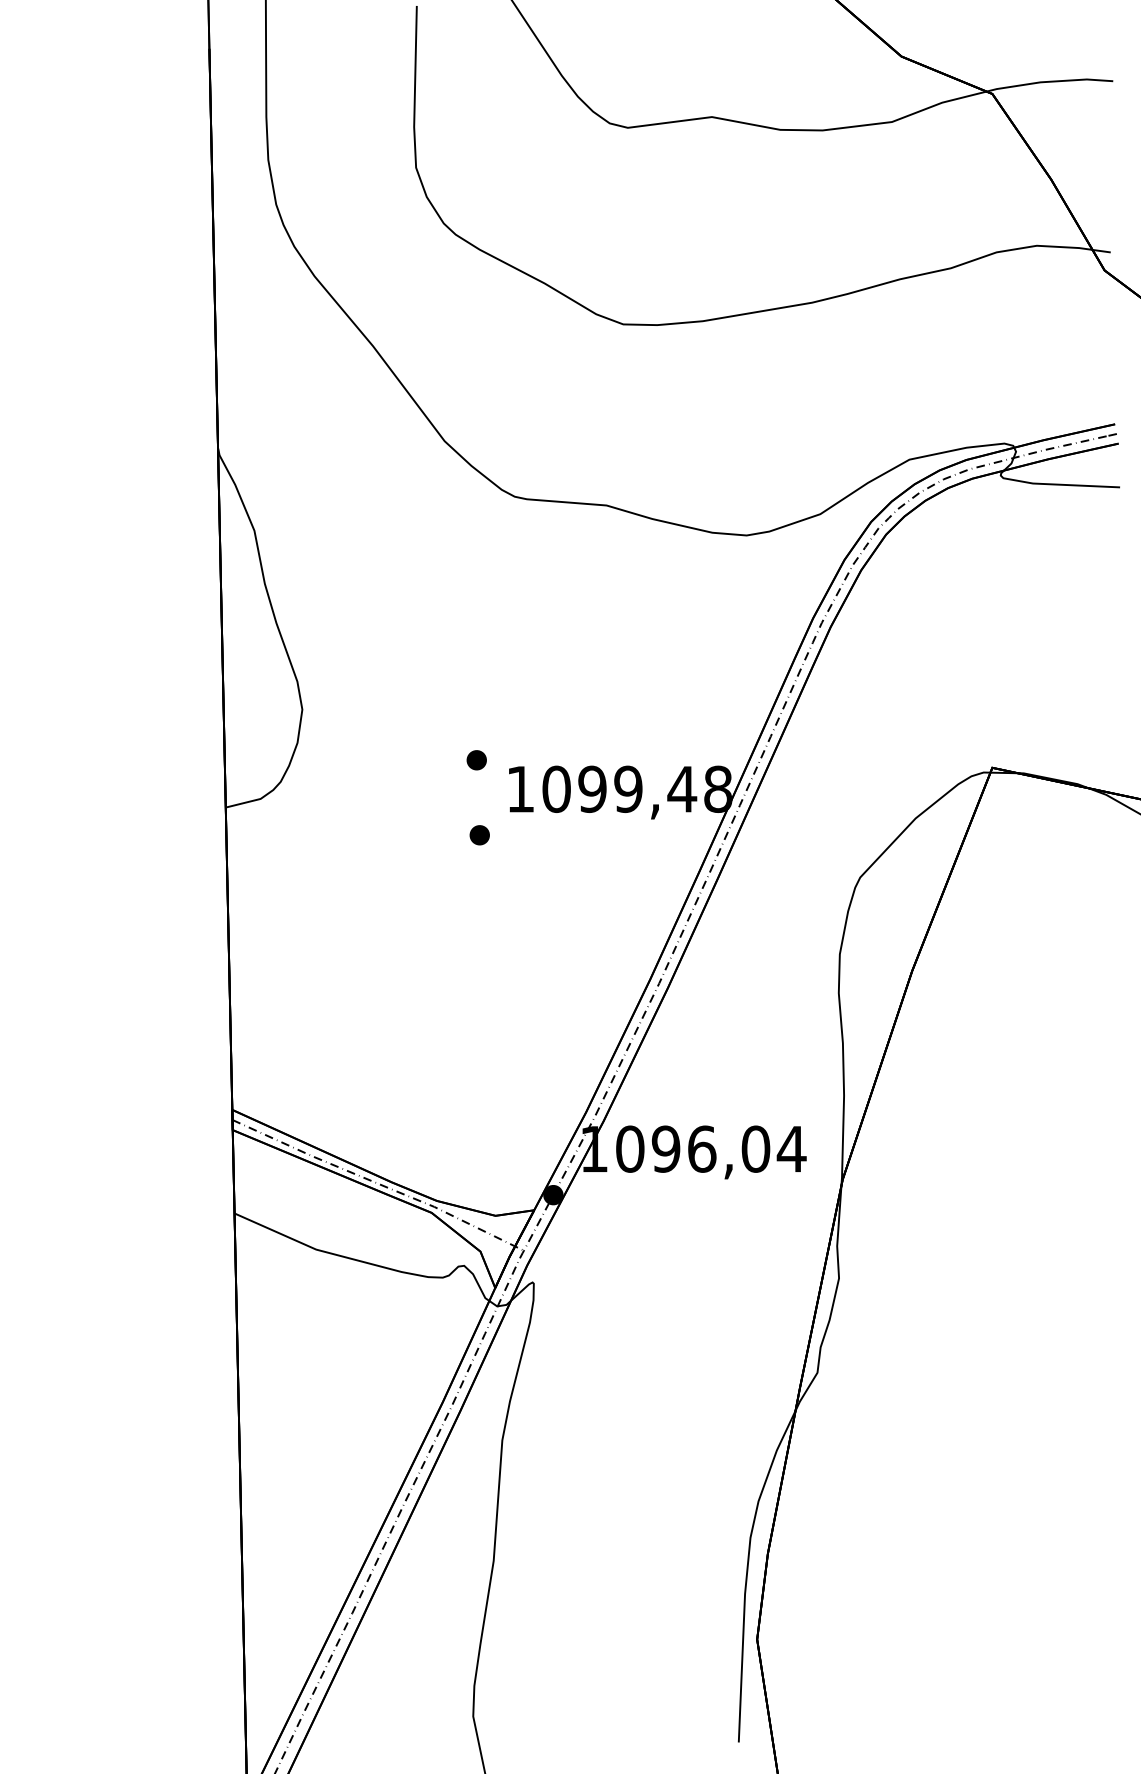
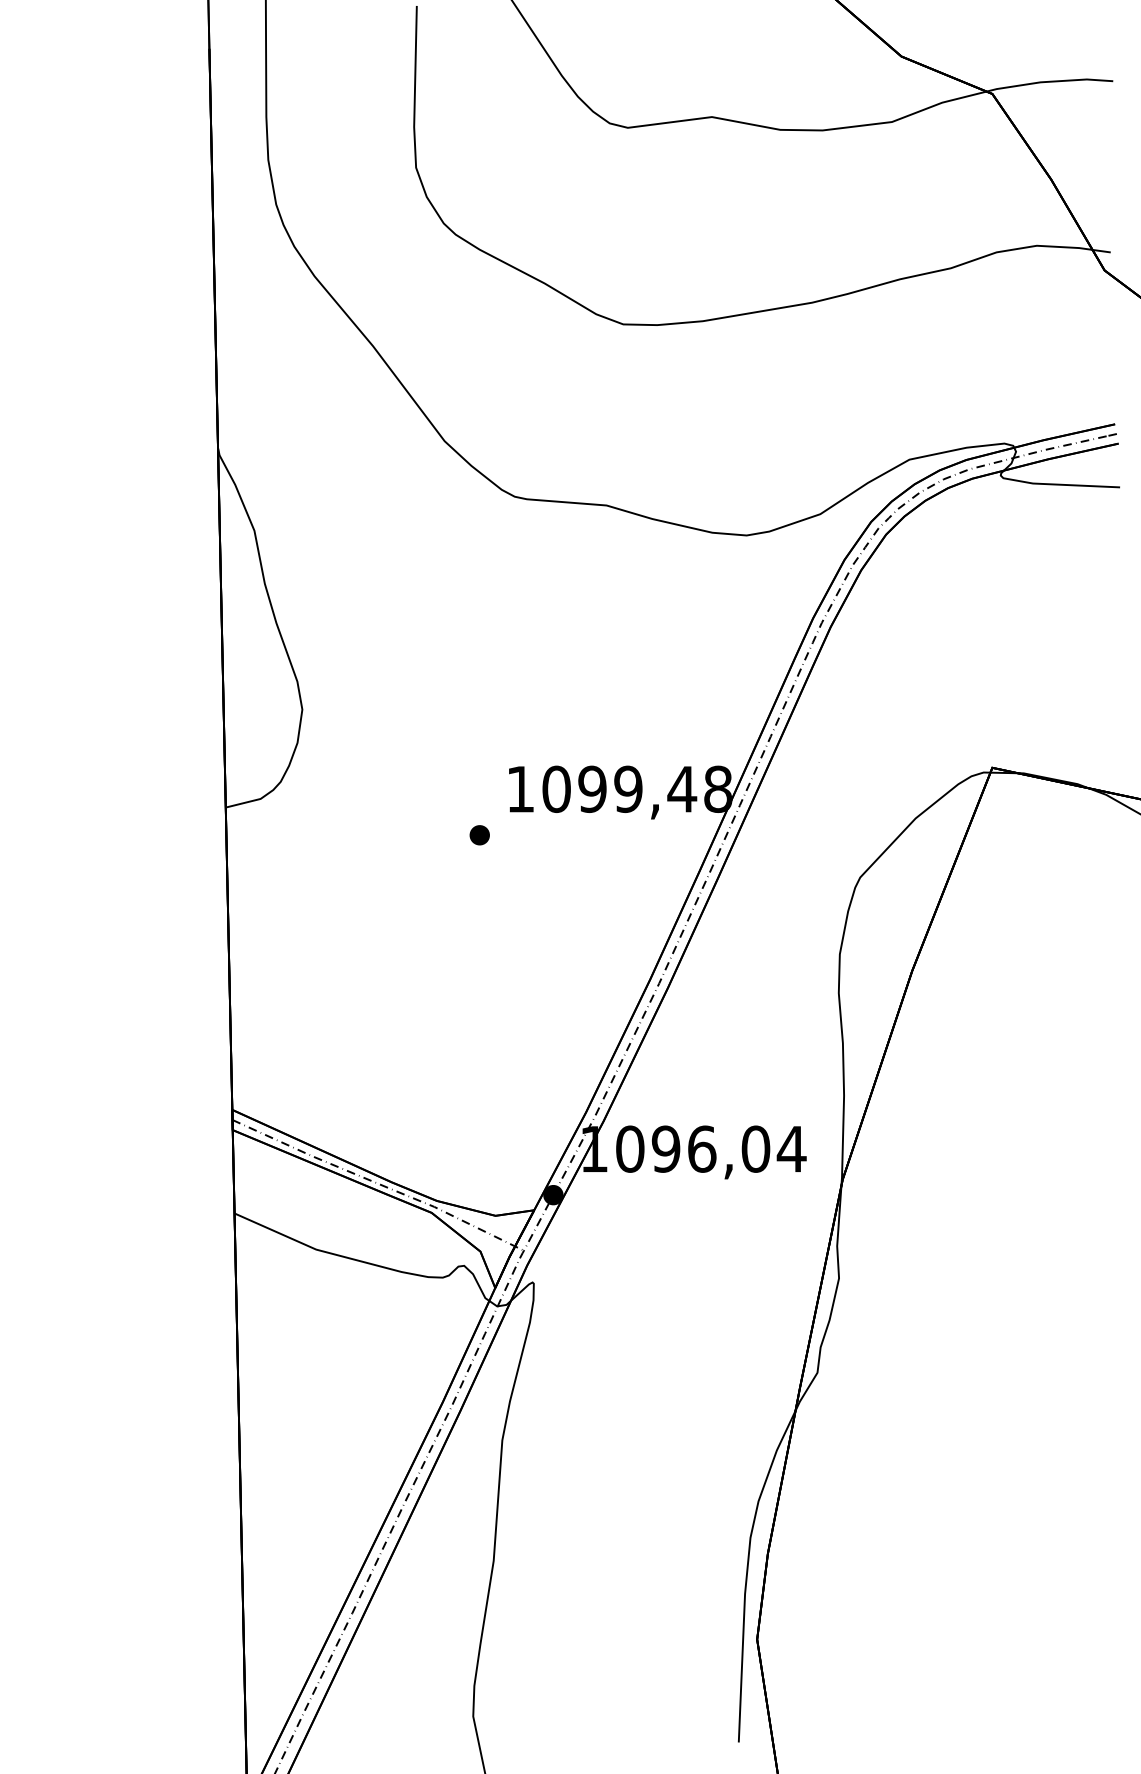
part at (476, 760): present -> none
